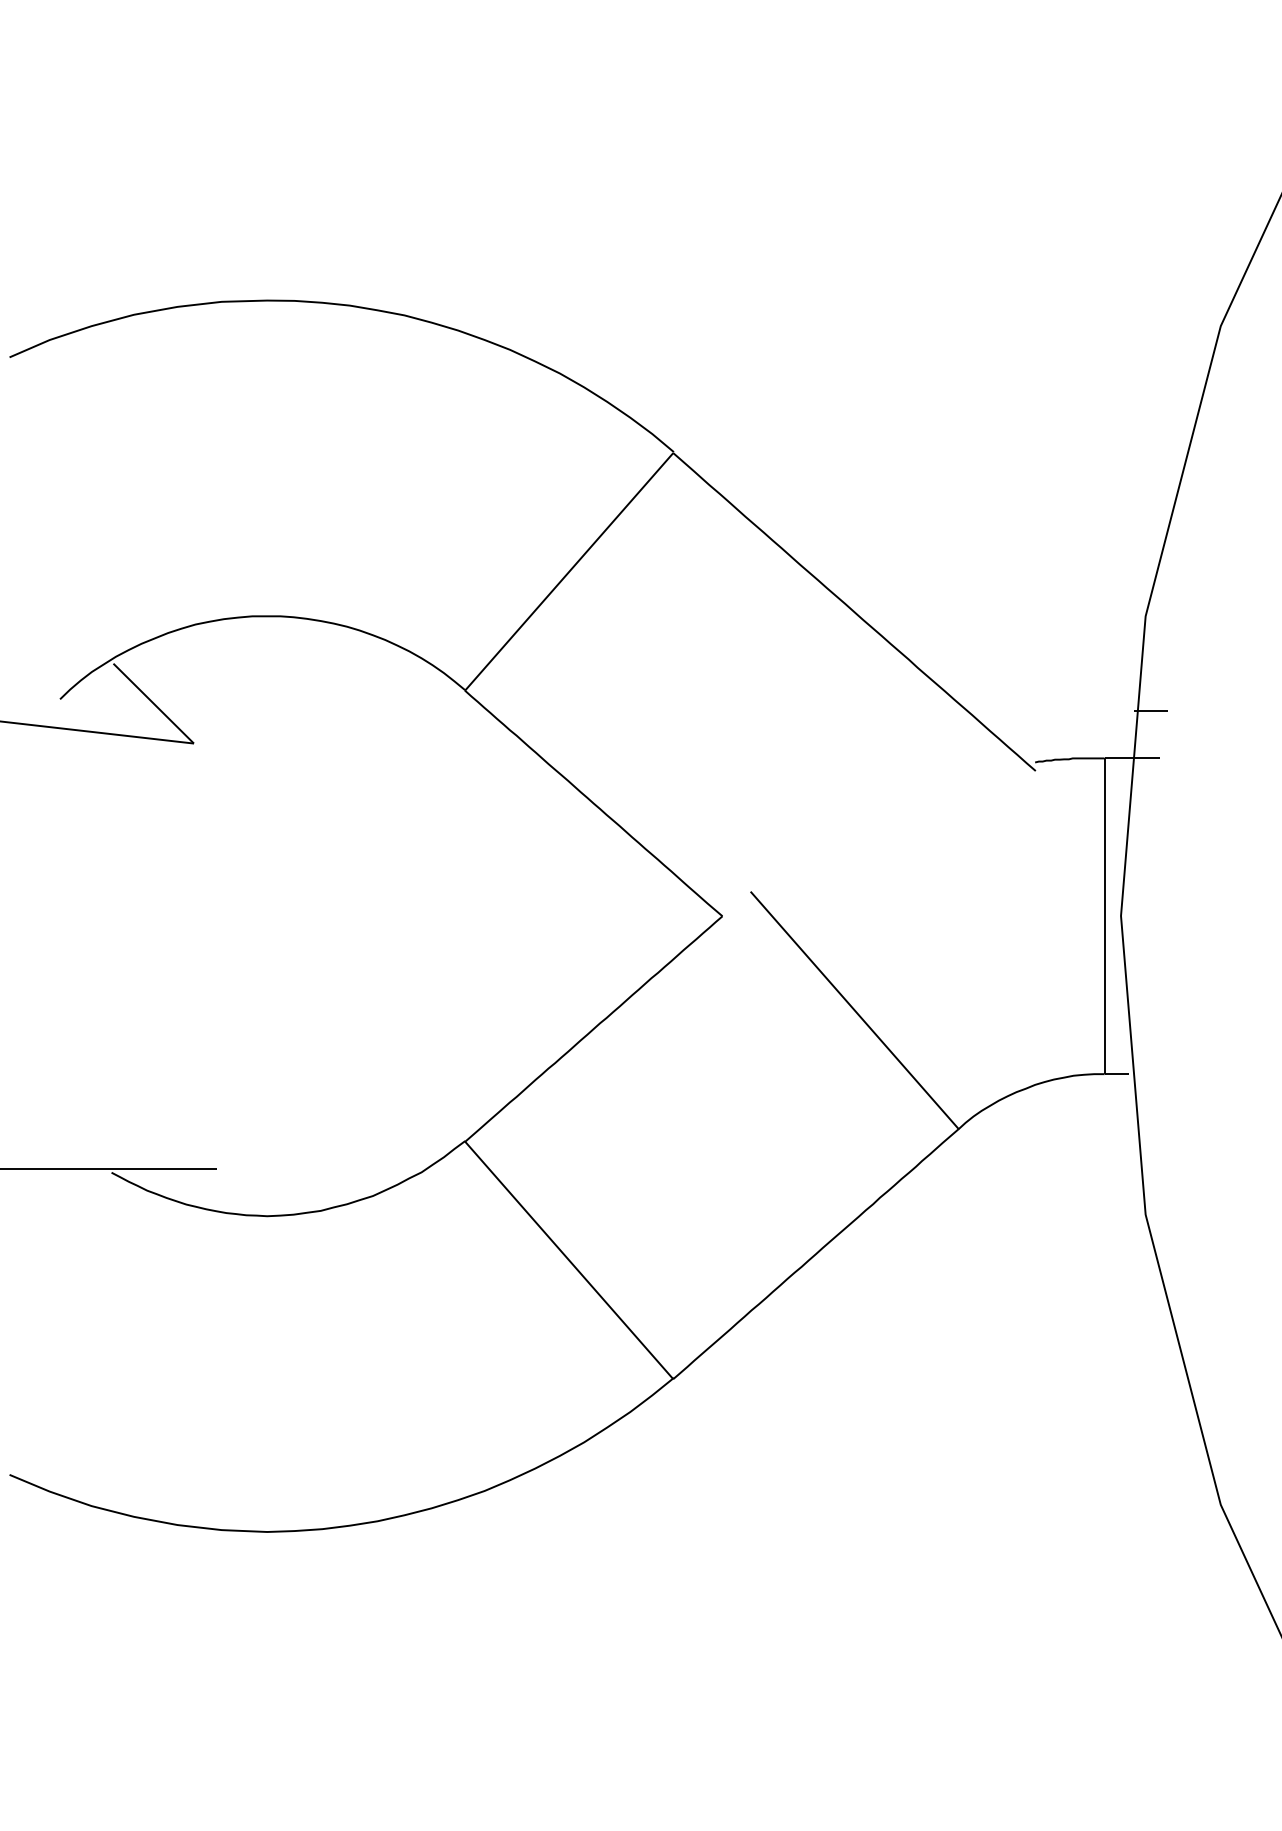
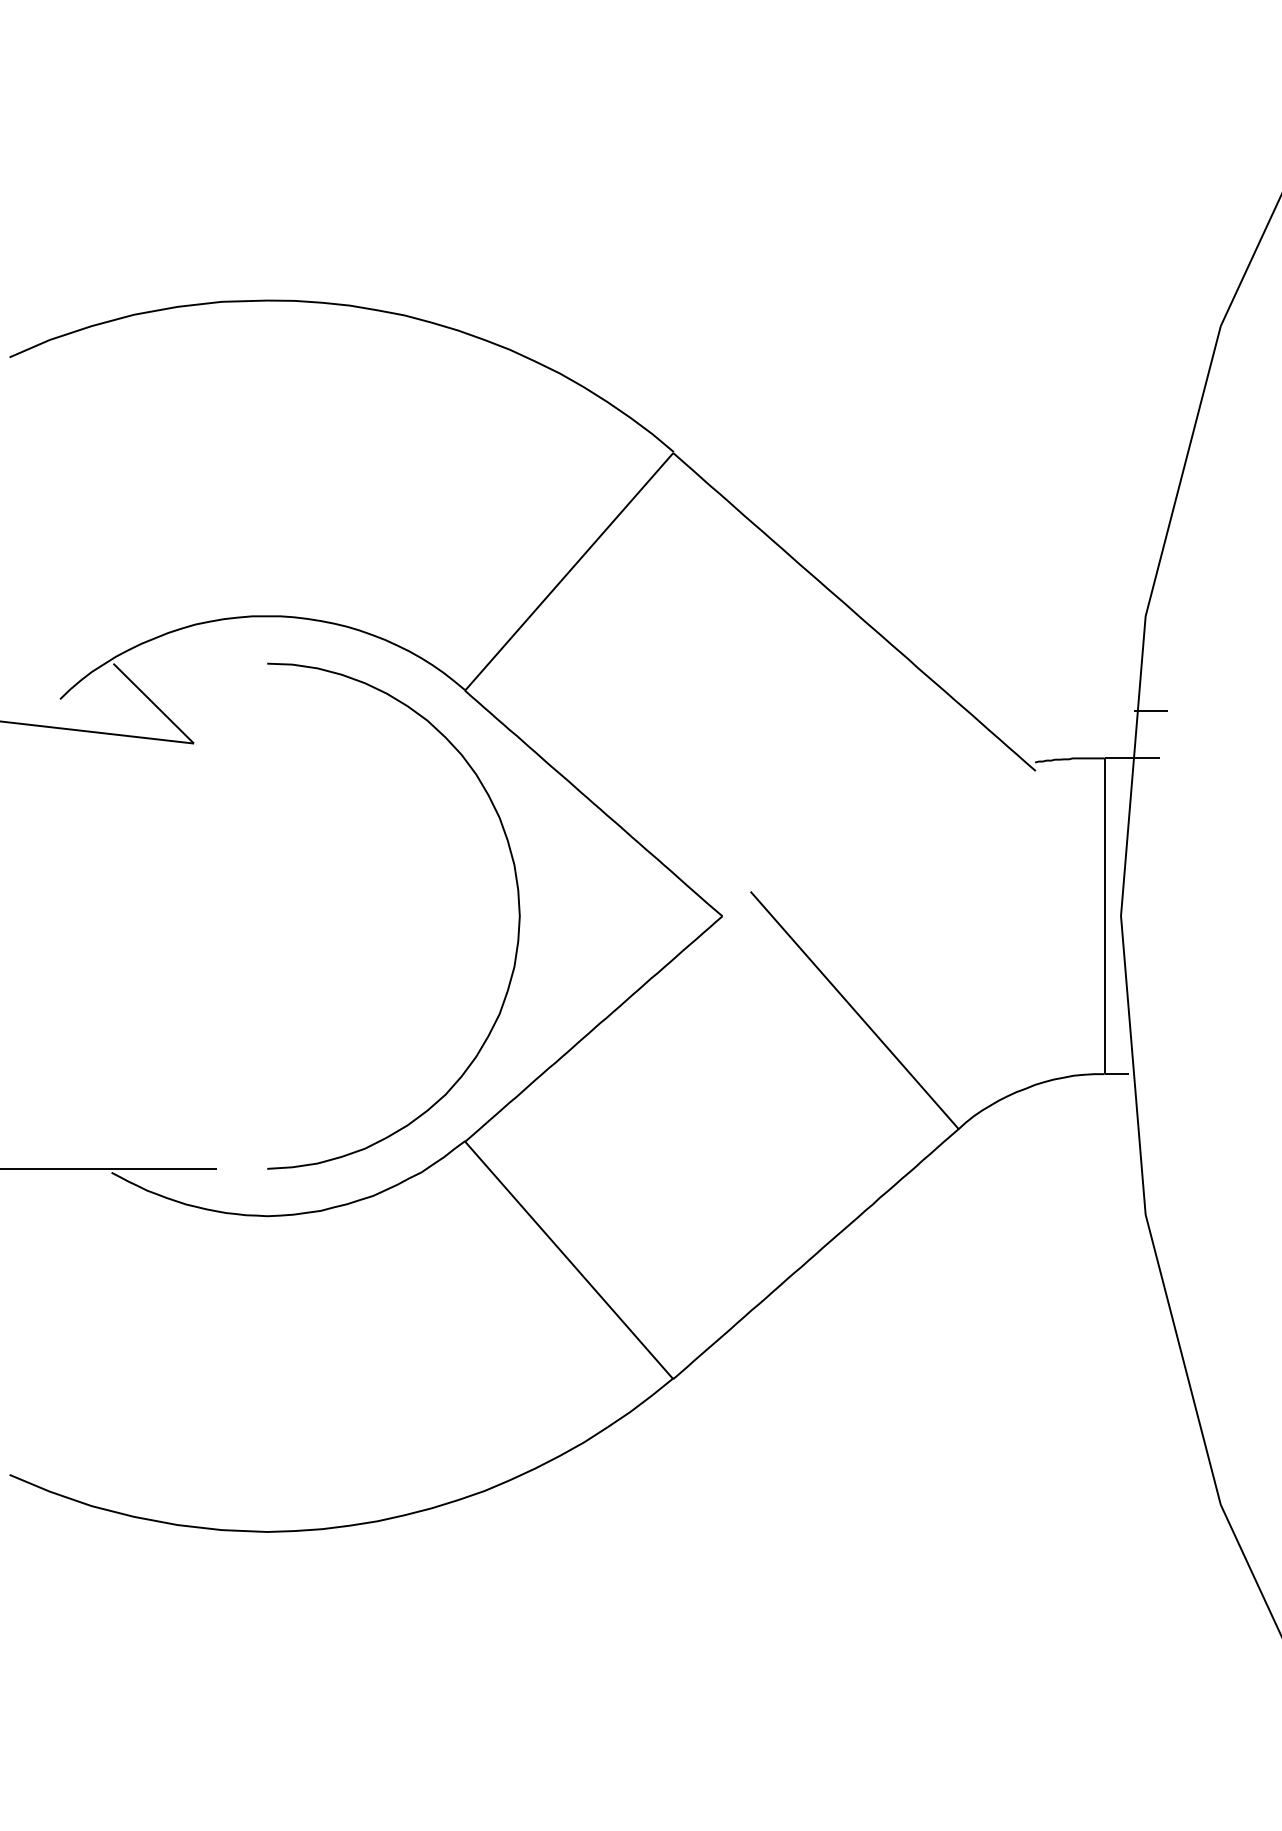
curve at (518, 915): none -> present
